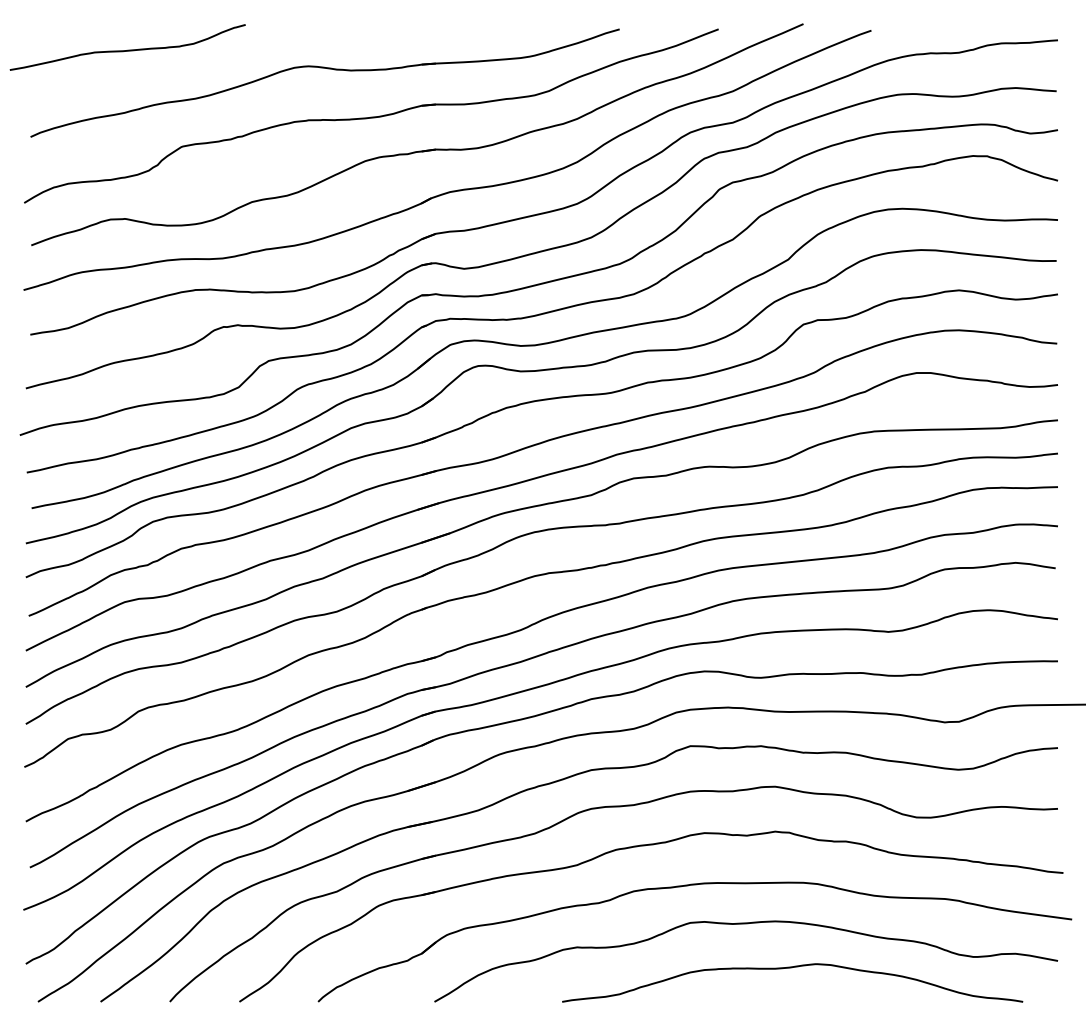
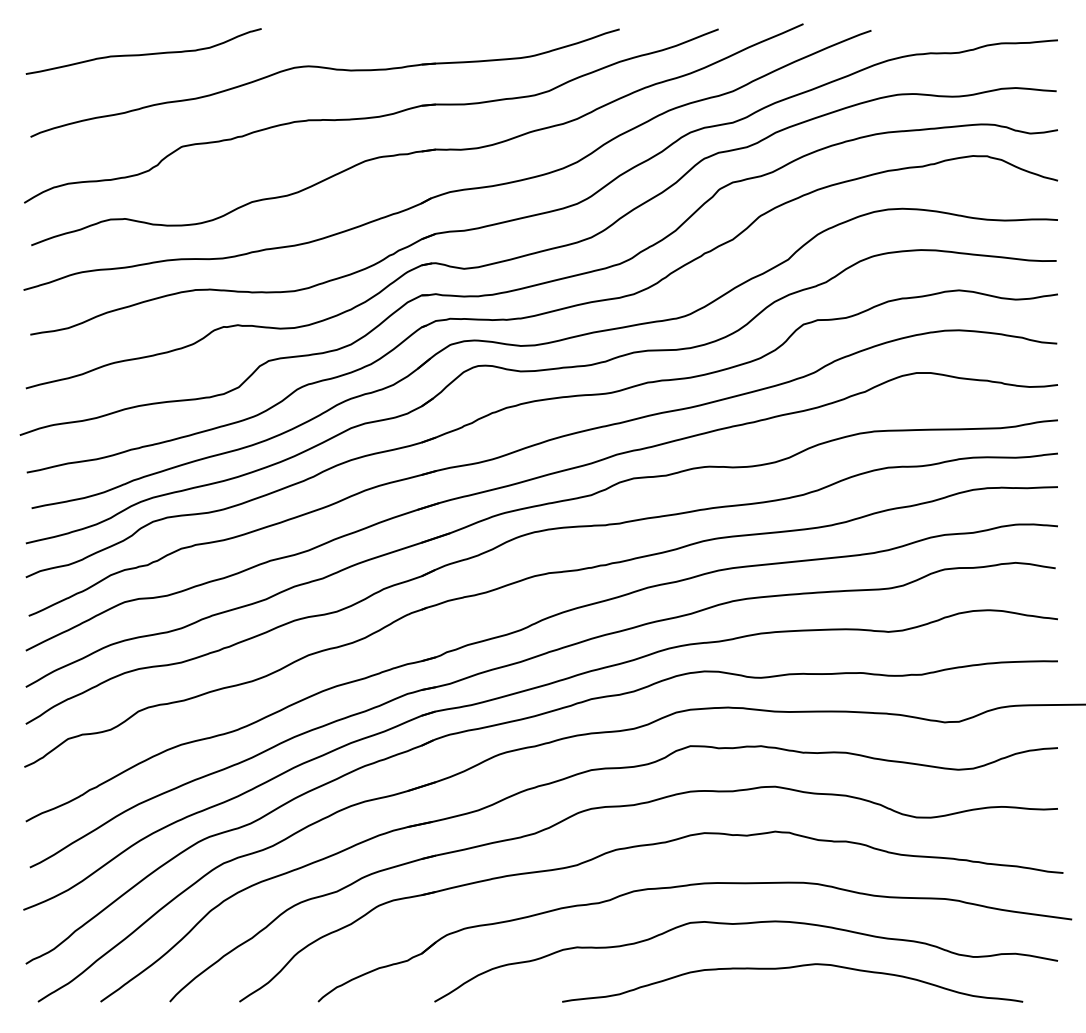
curve at (127, 49) position: (127, 49) -> (143, 53)
